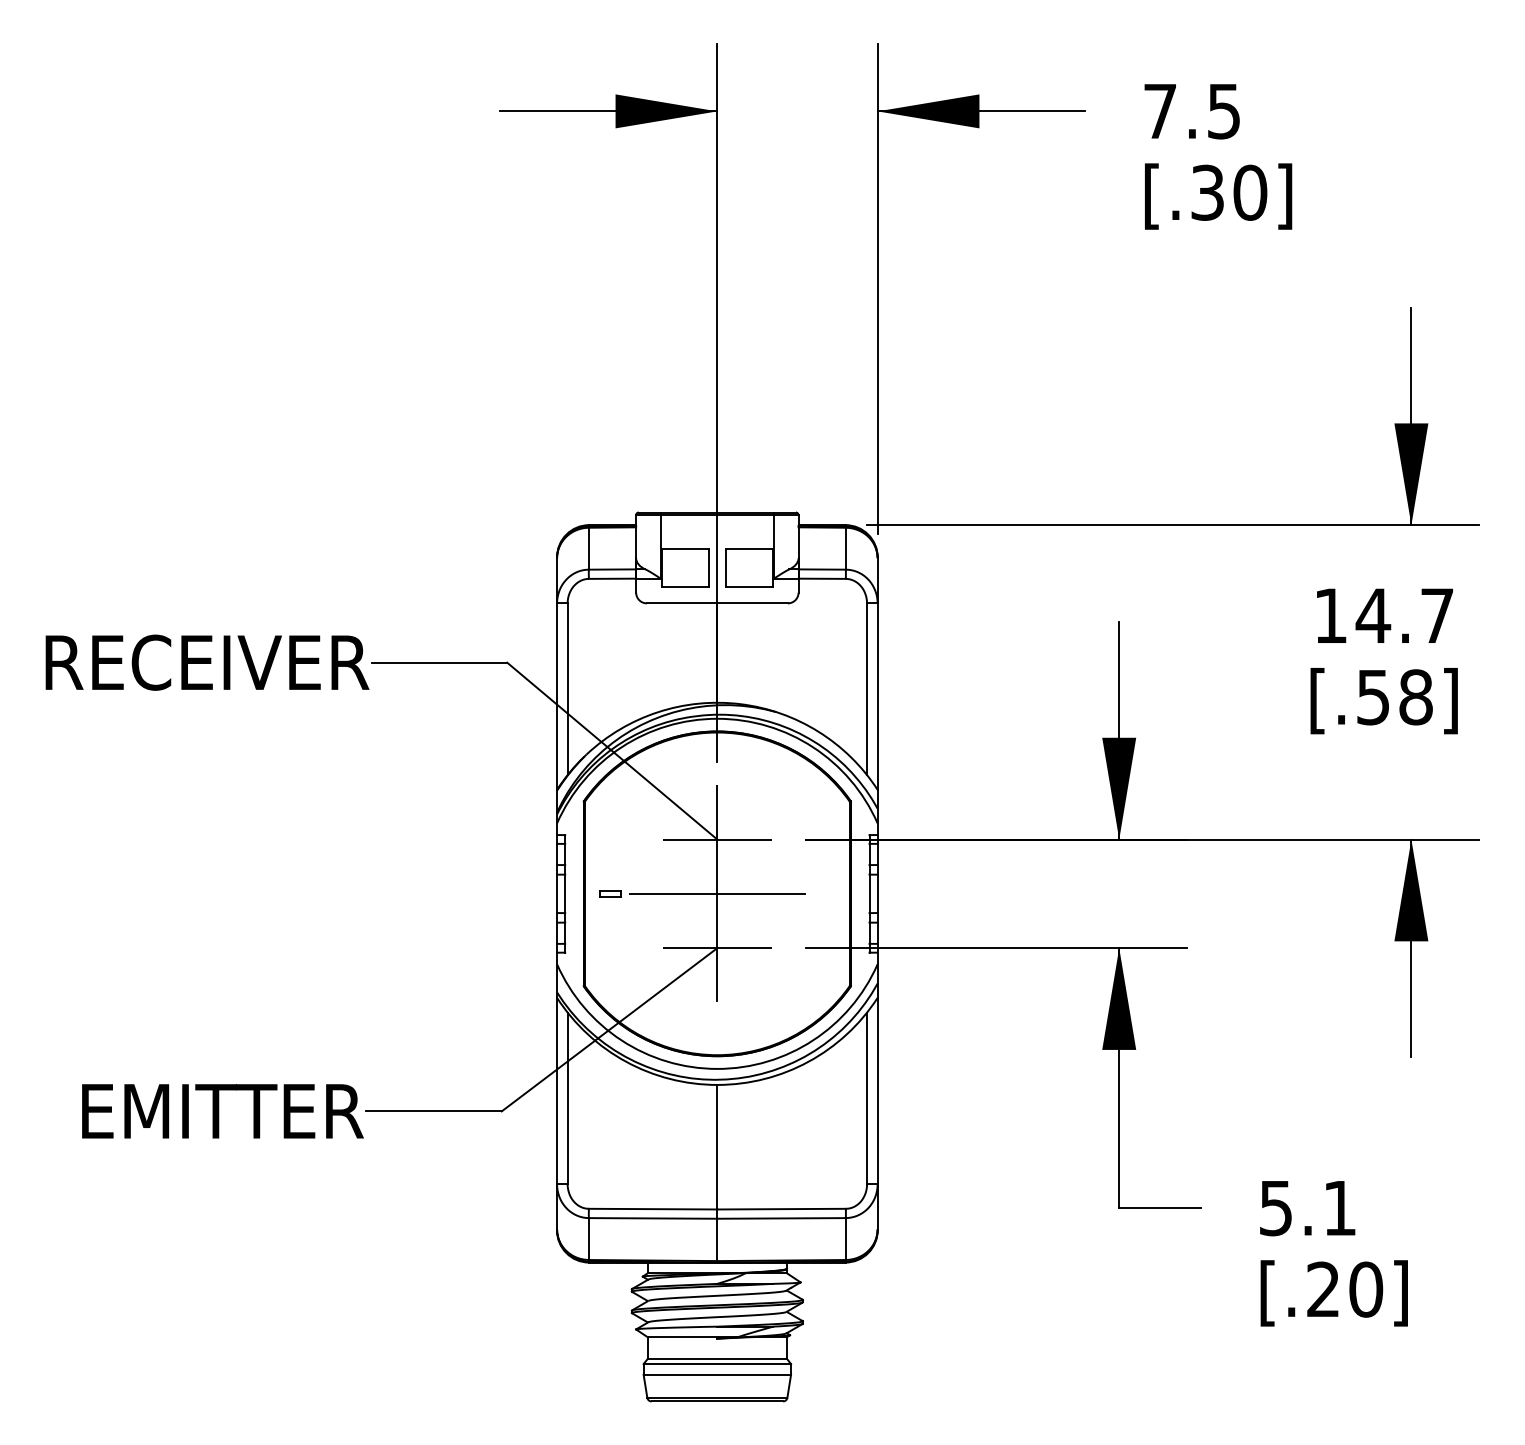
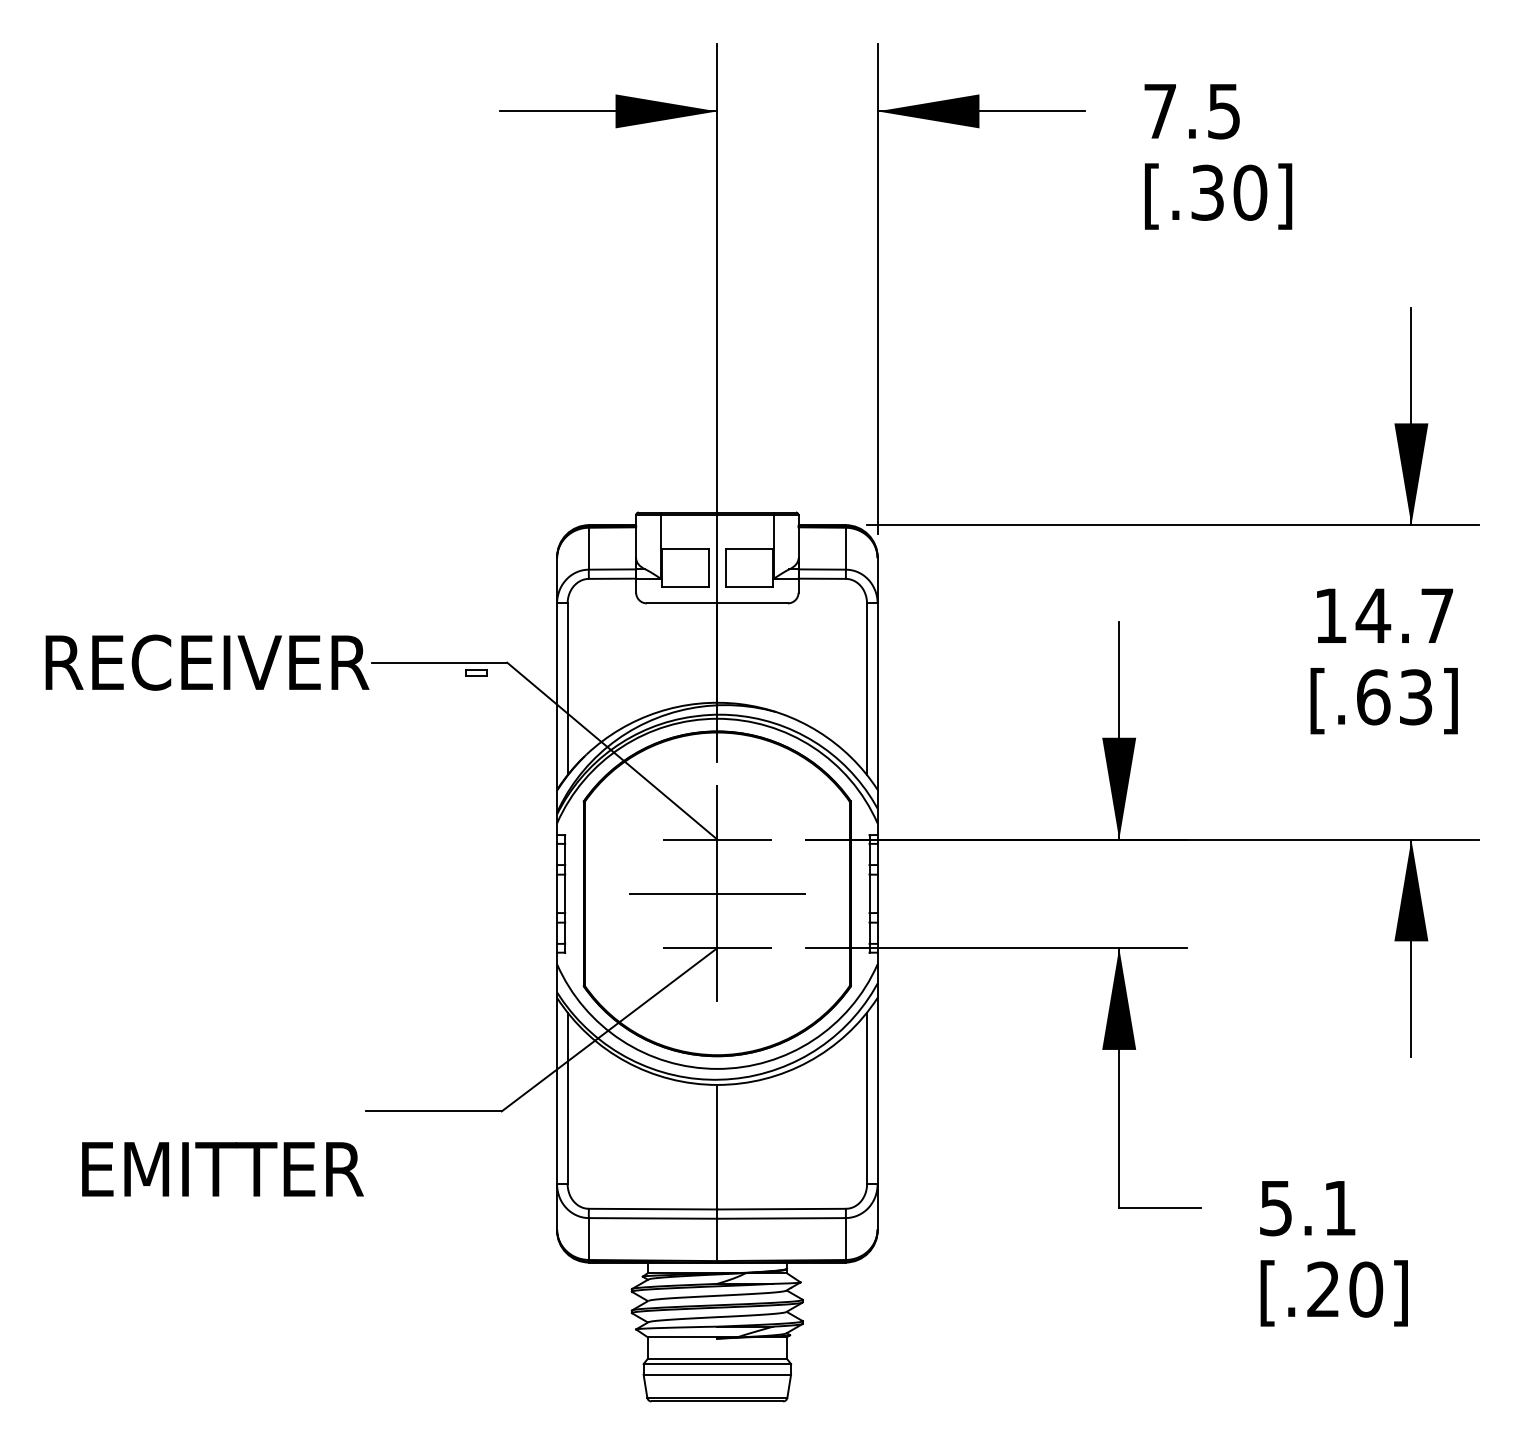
text at (1394, 697): [.58] -> [.63]
part at (610, 893) position: (610, 893) -> (476, 672)
text at (222, 1111) position: (222, 1111) -> (222, 1169)
